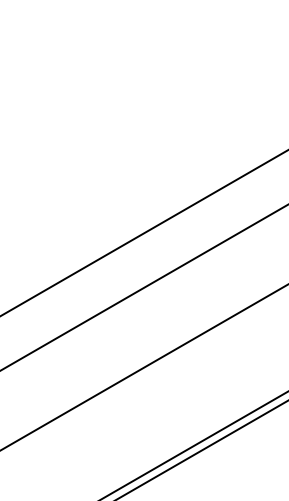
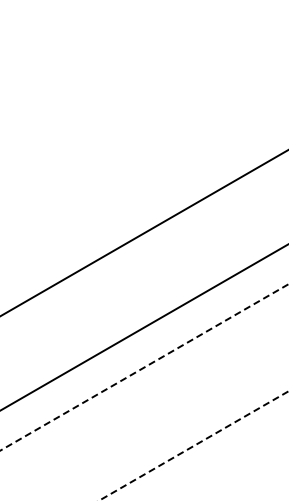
line at (143, 287) position: (143, 287) -> (143, 327)
line at (143, 367): solid -> dashed
line at (193, 446): solid -> dashed
line at (202, 449): present -> none
